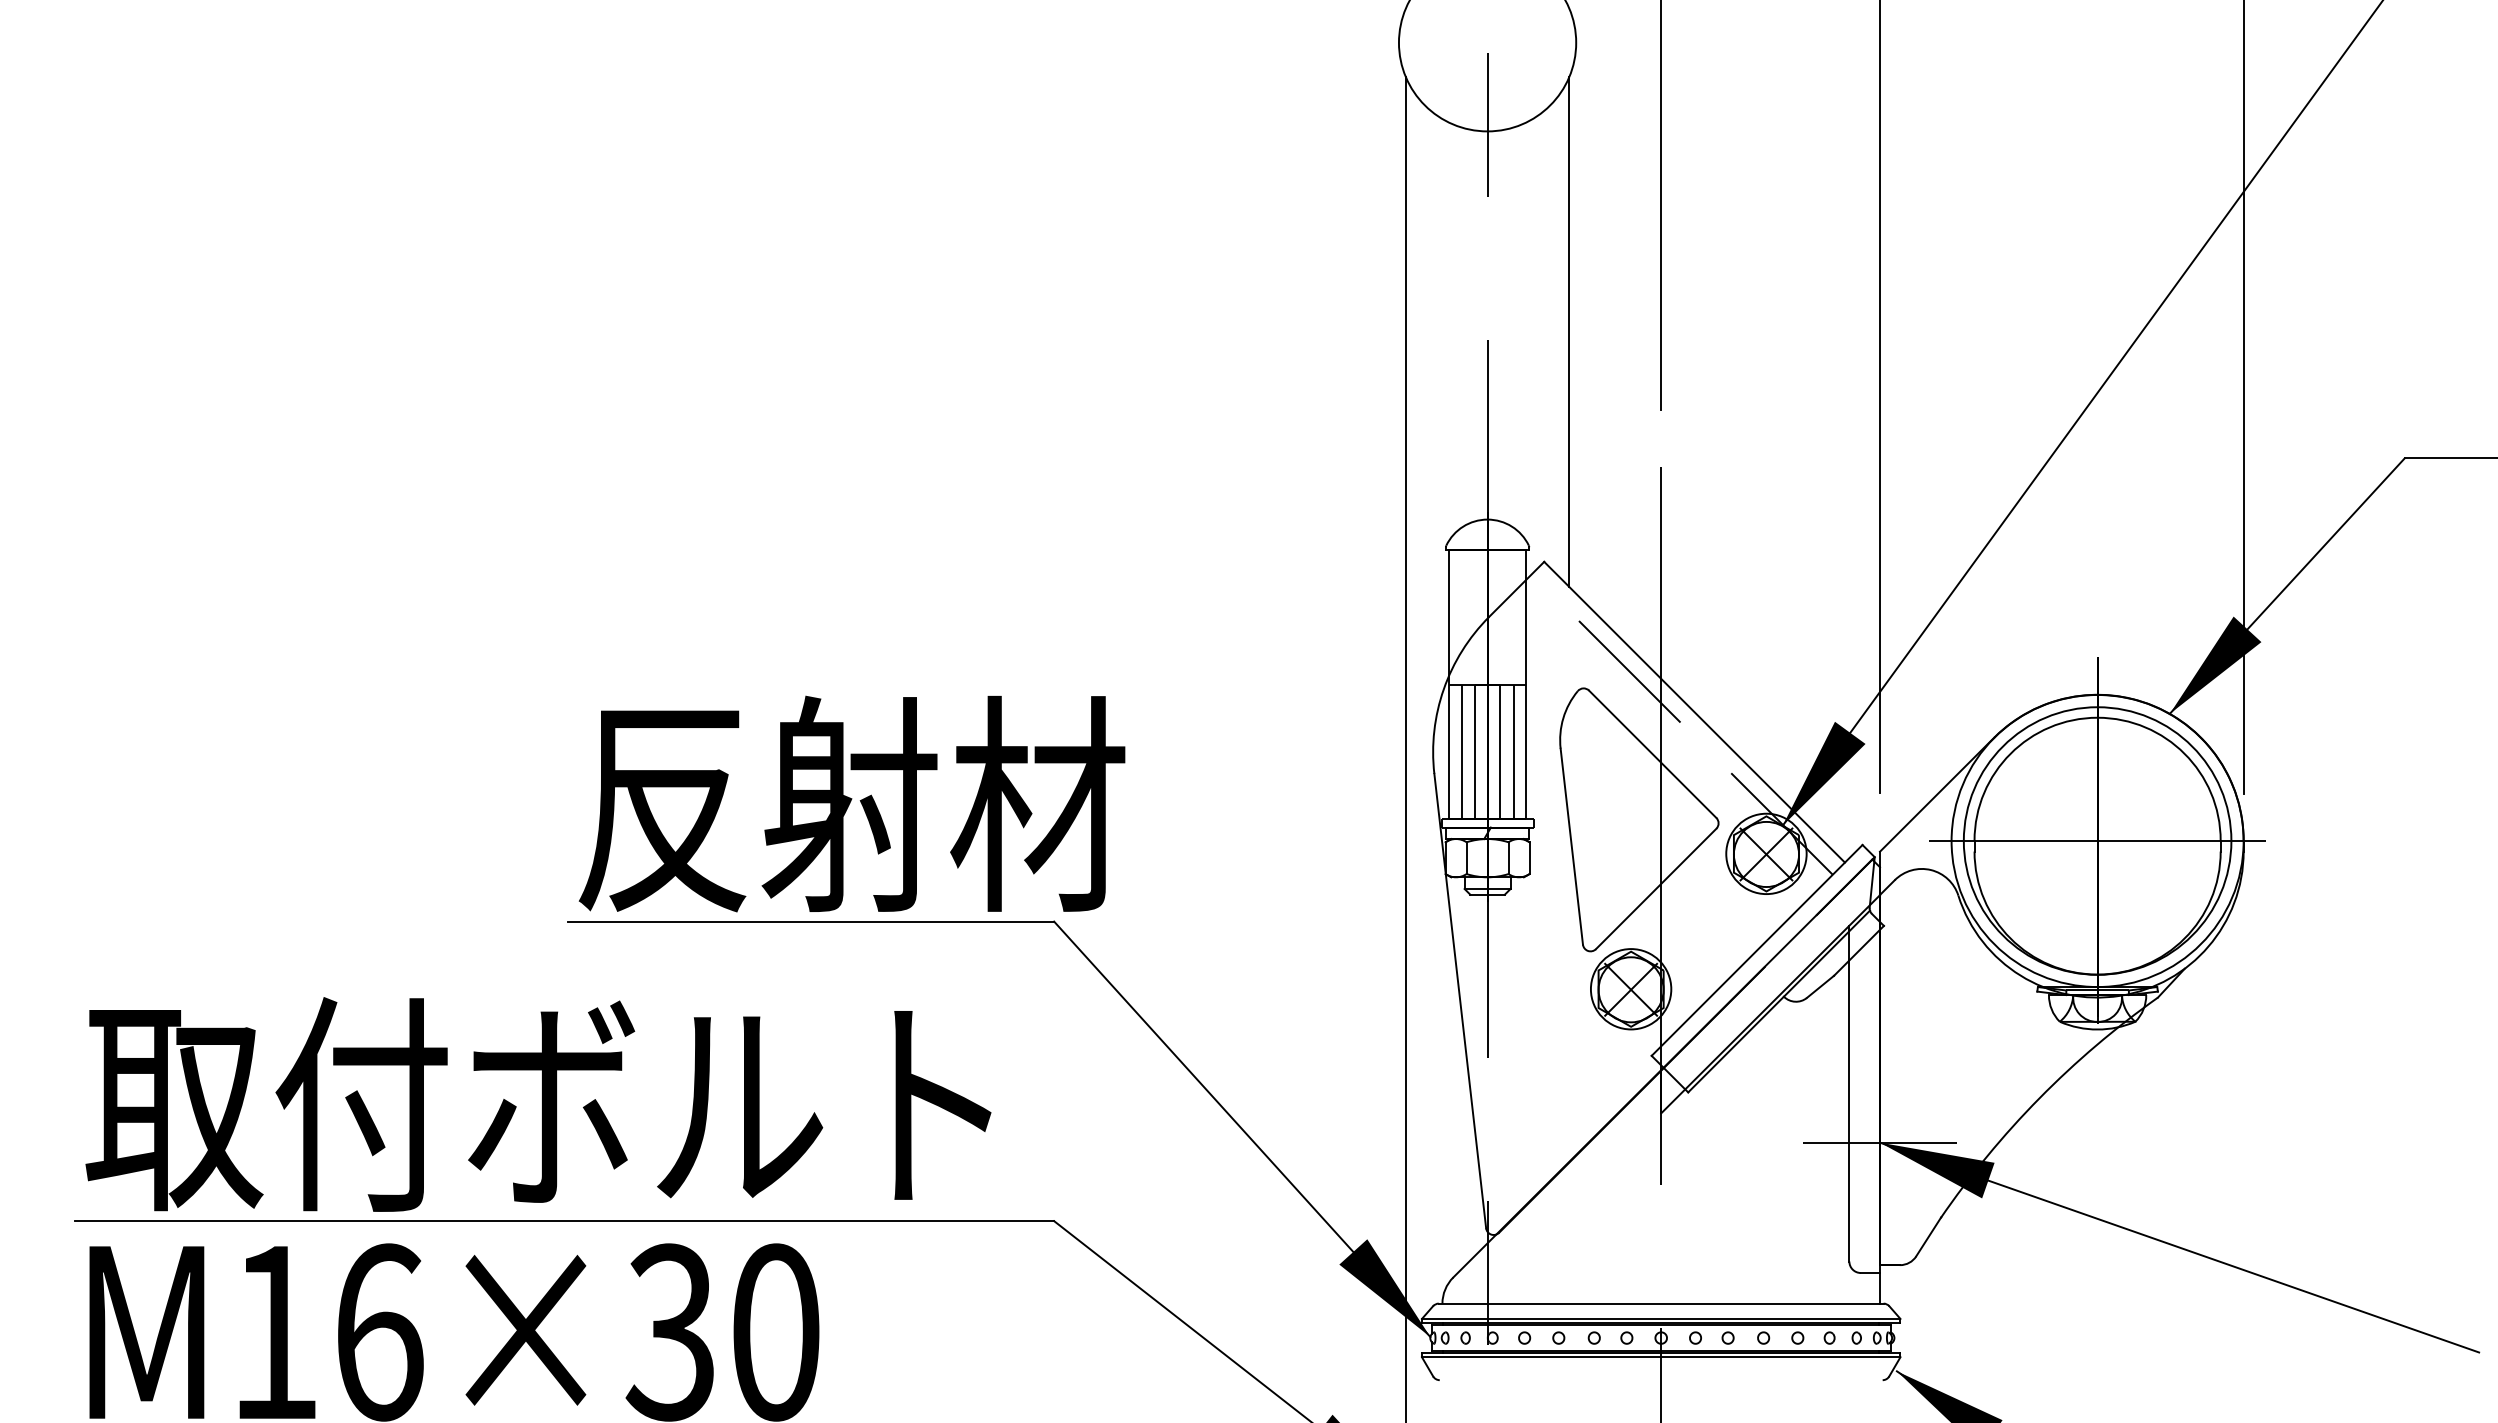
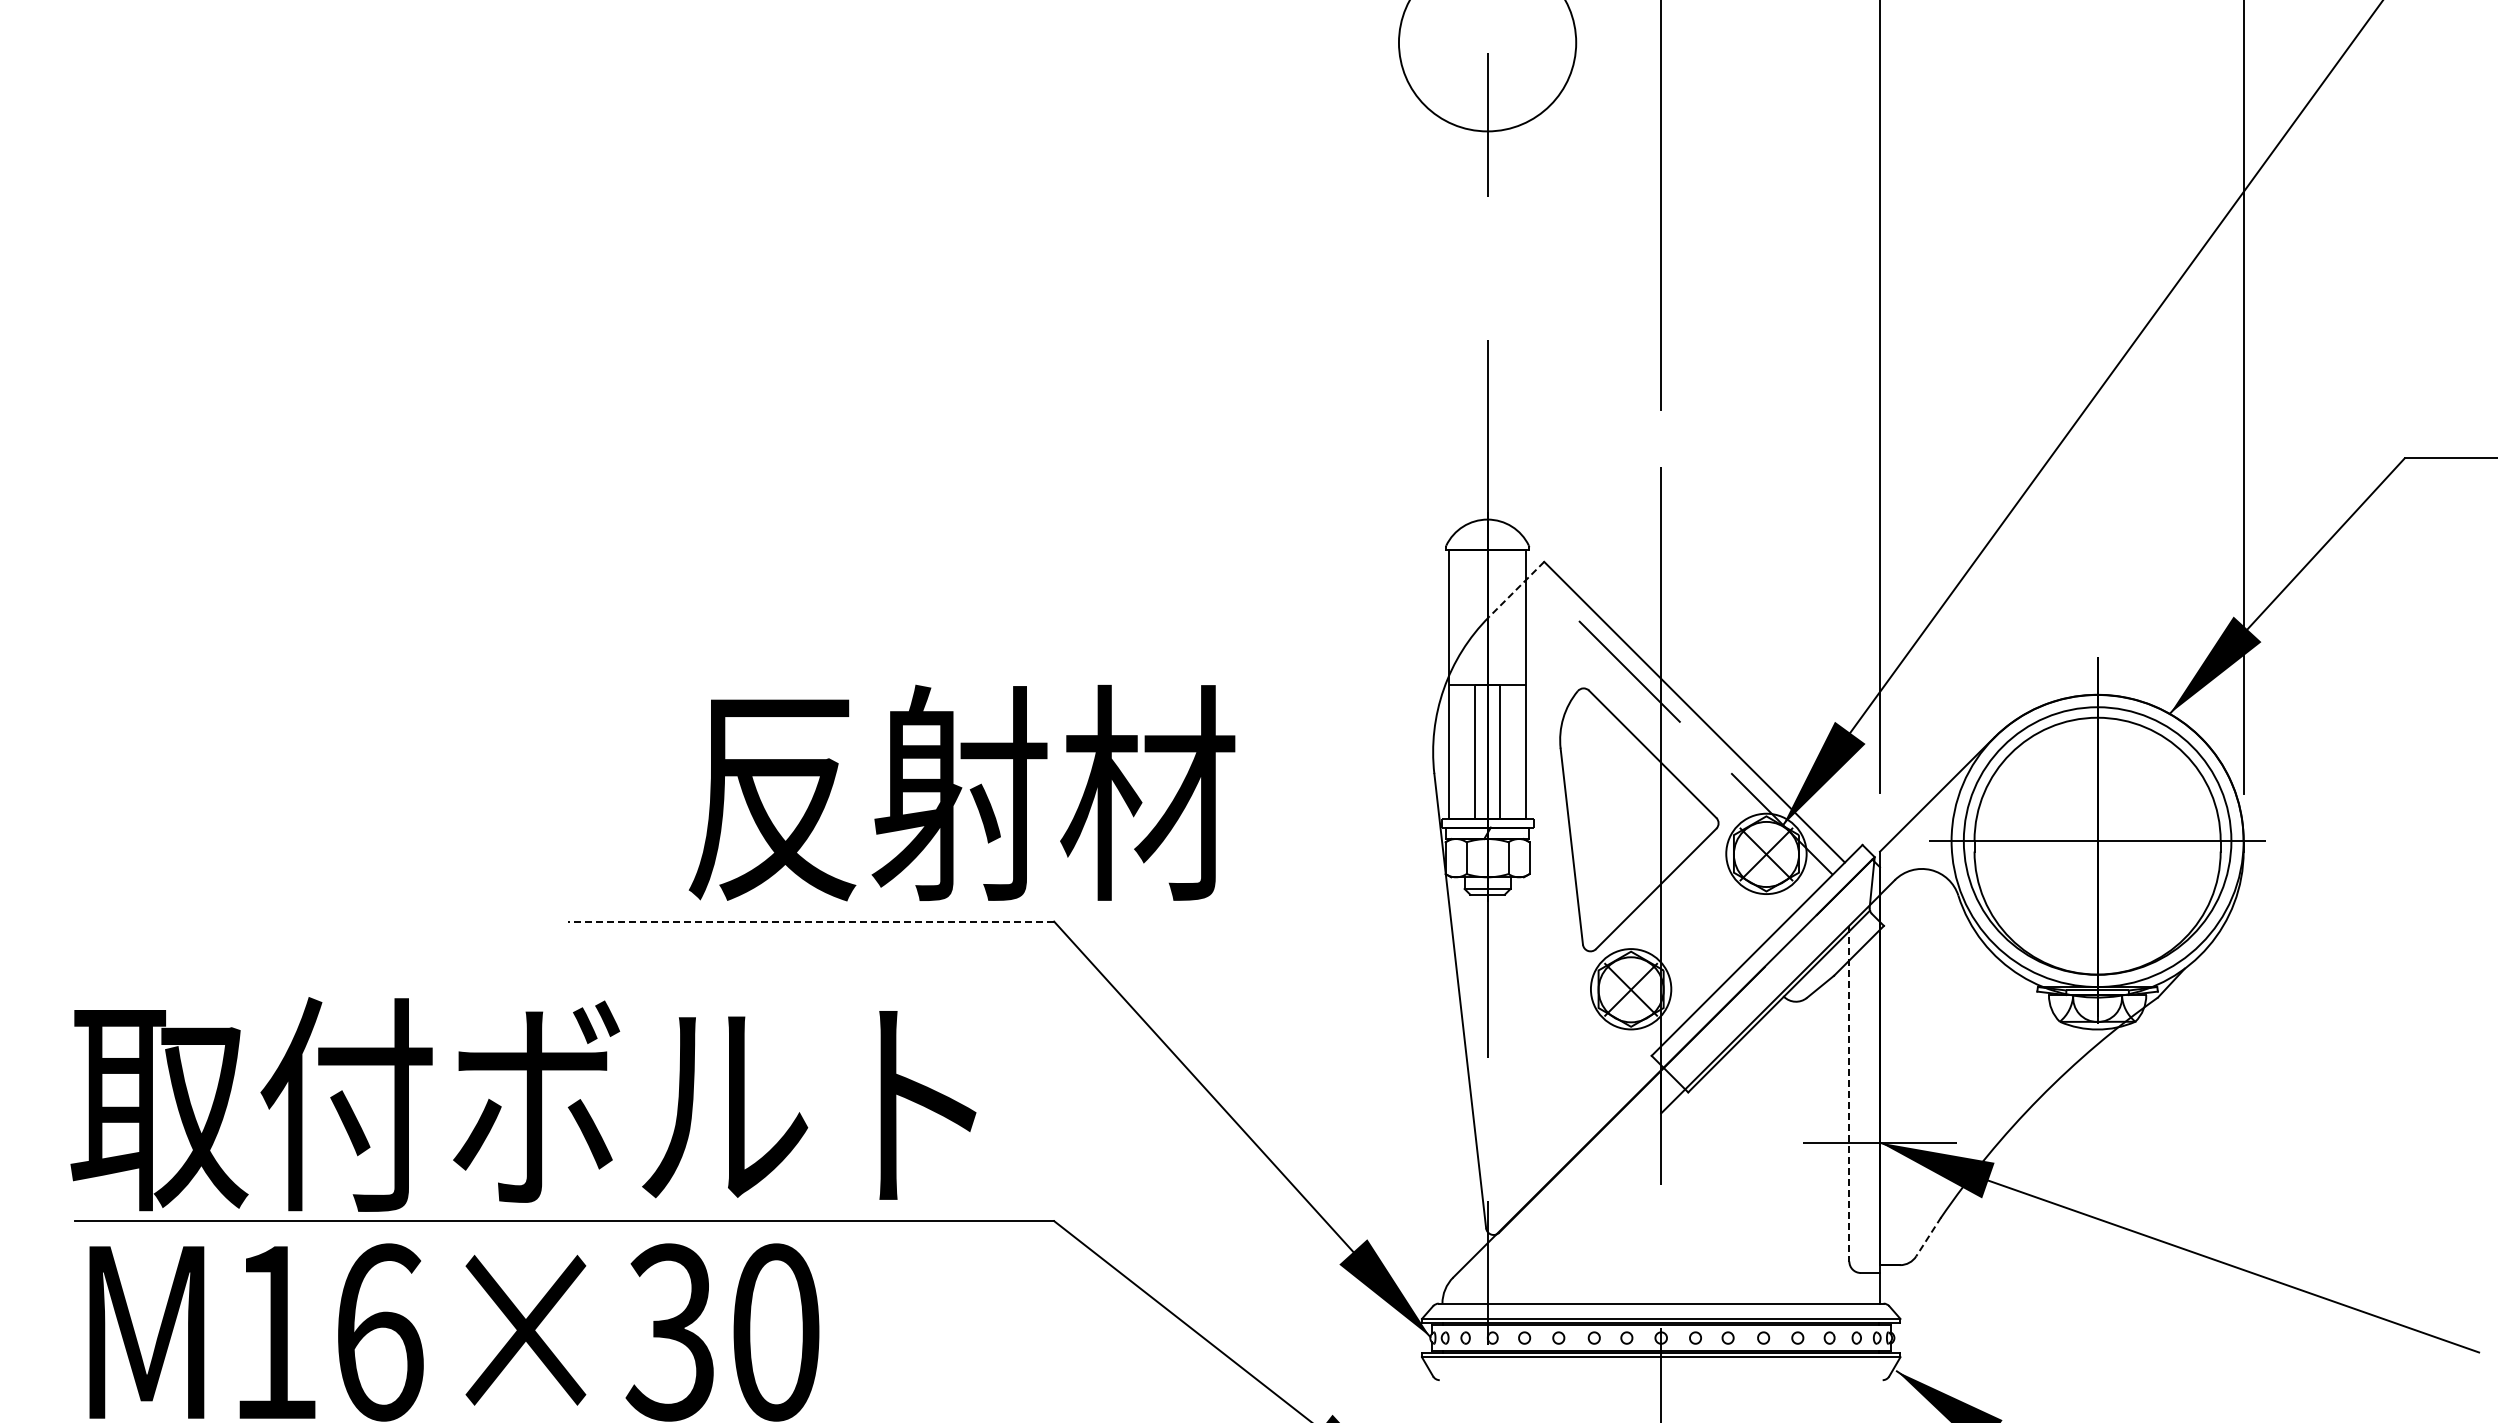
line at (1569, 331): present -> none
line at (1516, 589): solid -> dashed
line at (1405, 748): present -> none
line at (1461, 751): present -> none
line at (1513, 751): present -> none
text at (851, 803) position: (851, 803) -> (961, 792)
line at (811, 921): solid -> dashed
line at (1849, 1093): solid -> dashed
text at (538, 1104) position: (538, 1104) -> (523, 1104)
line at (1928, 1237): solid -> dashed
